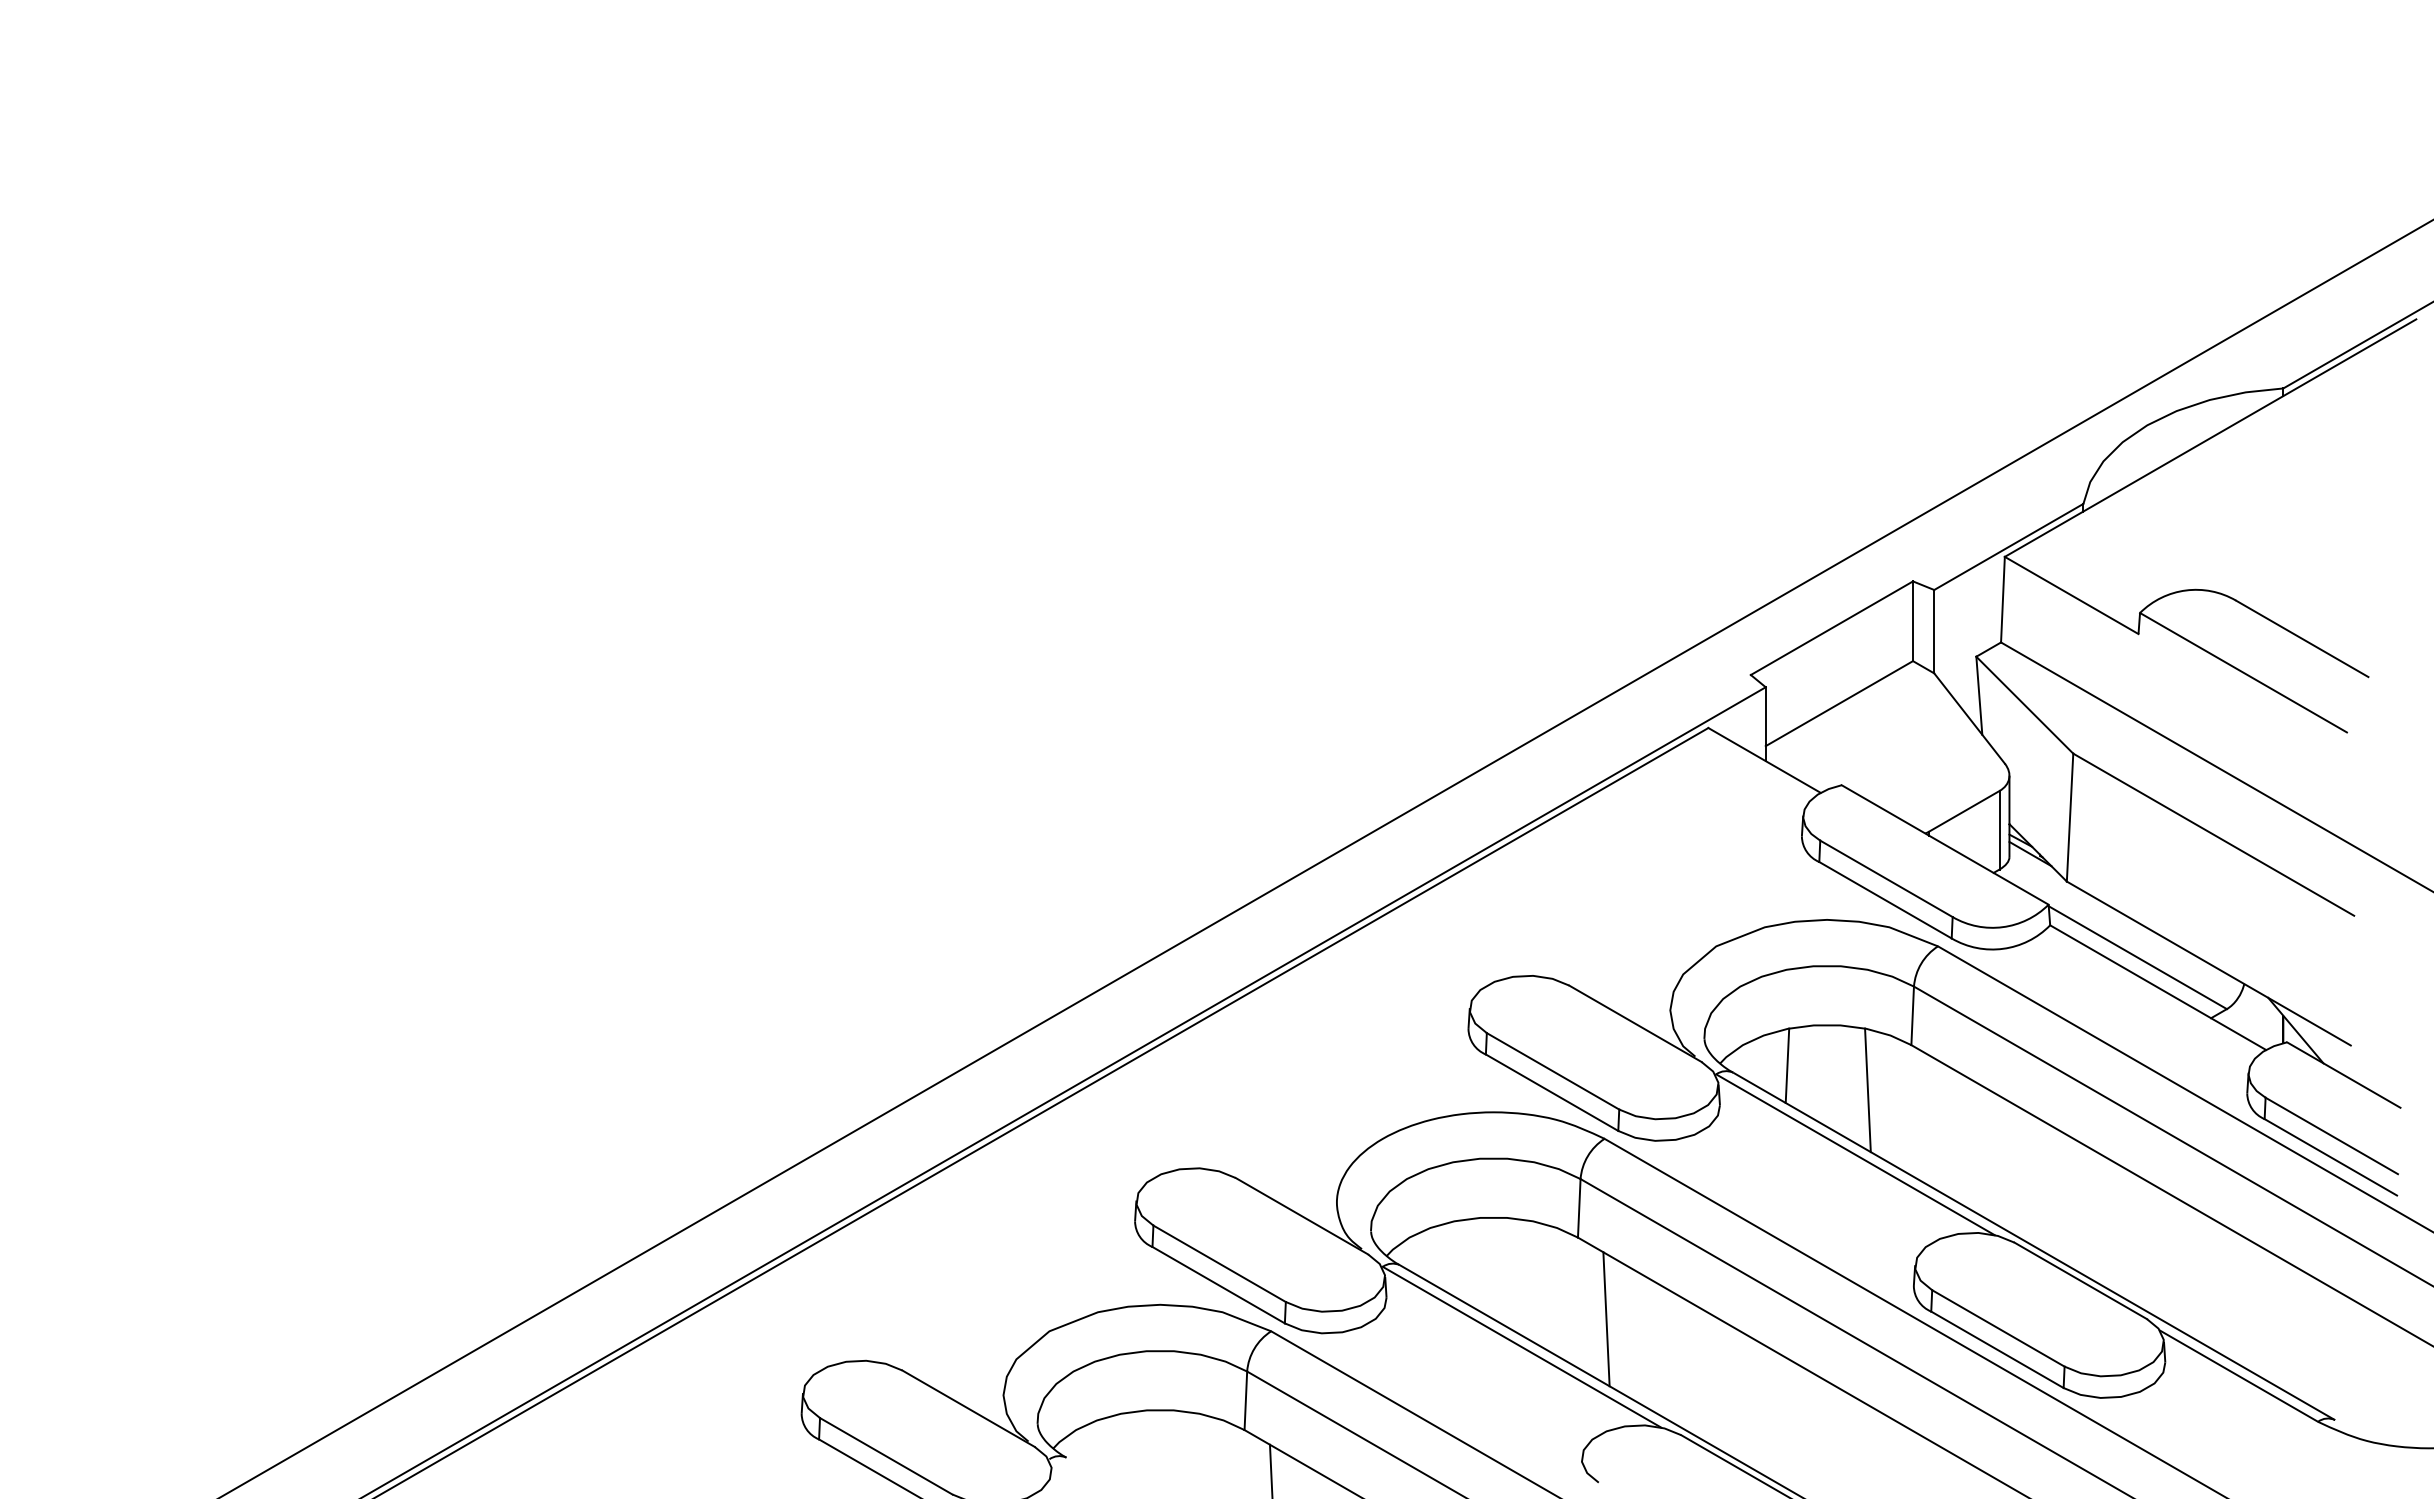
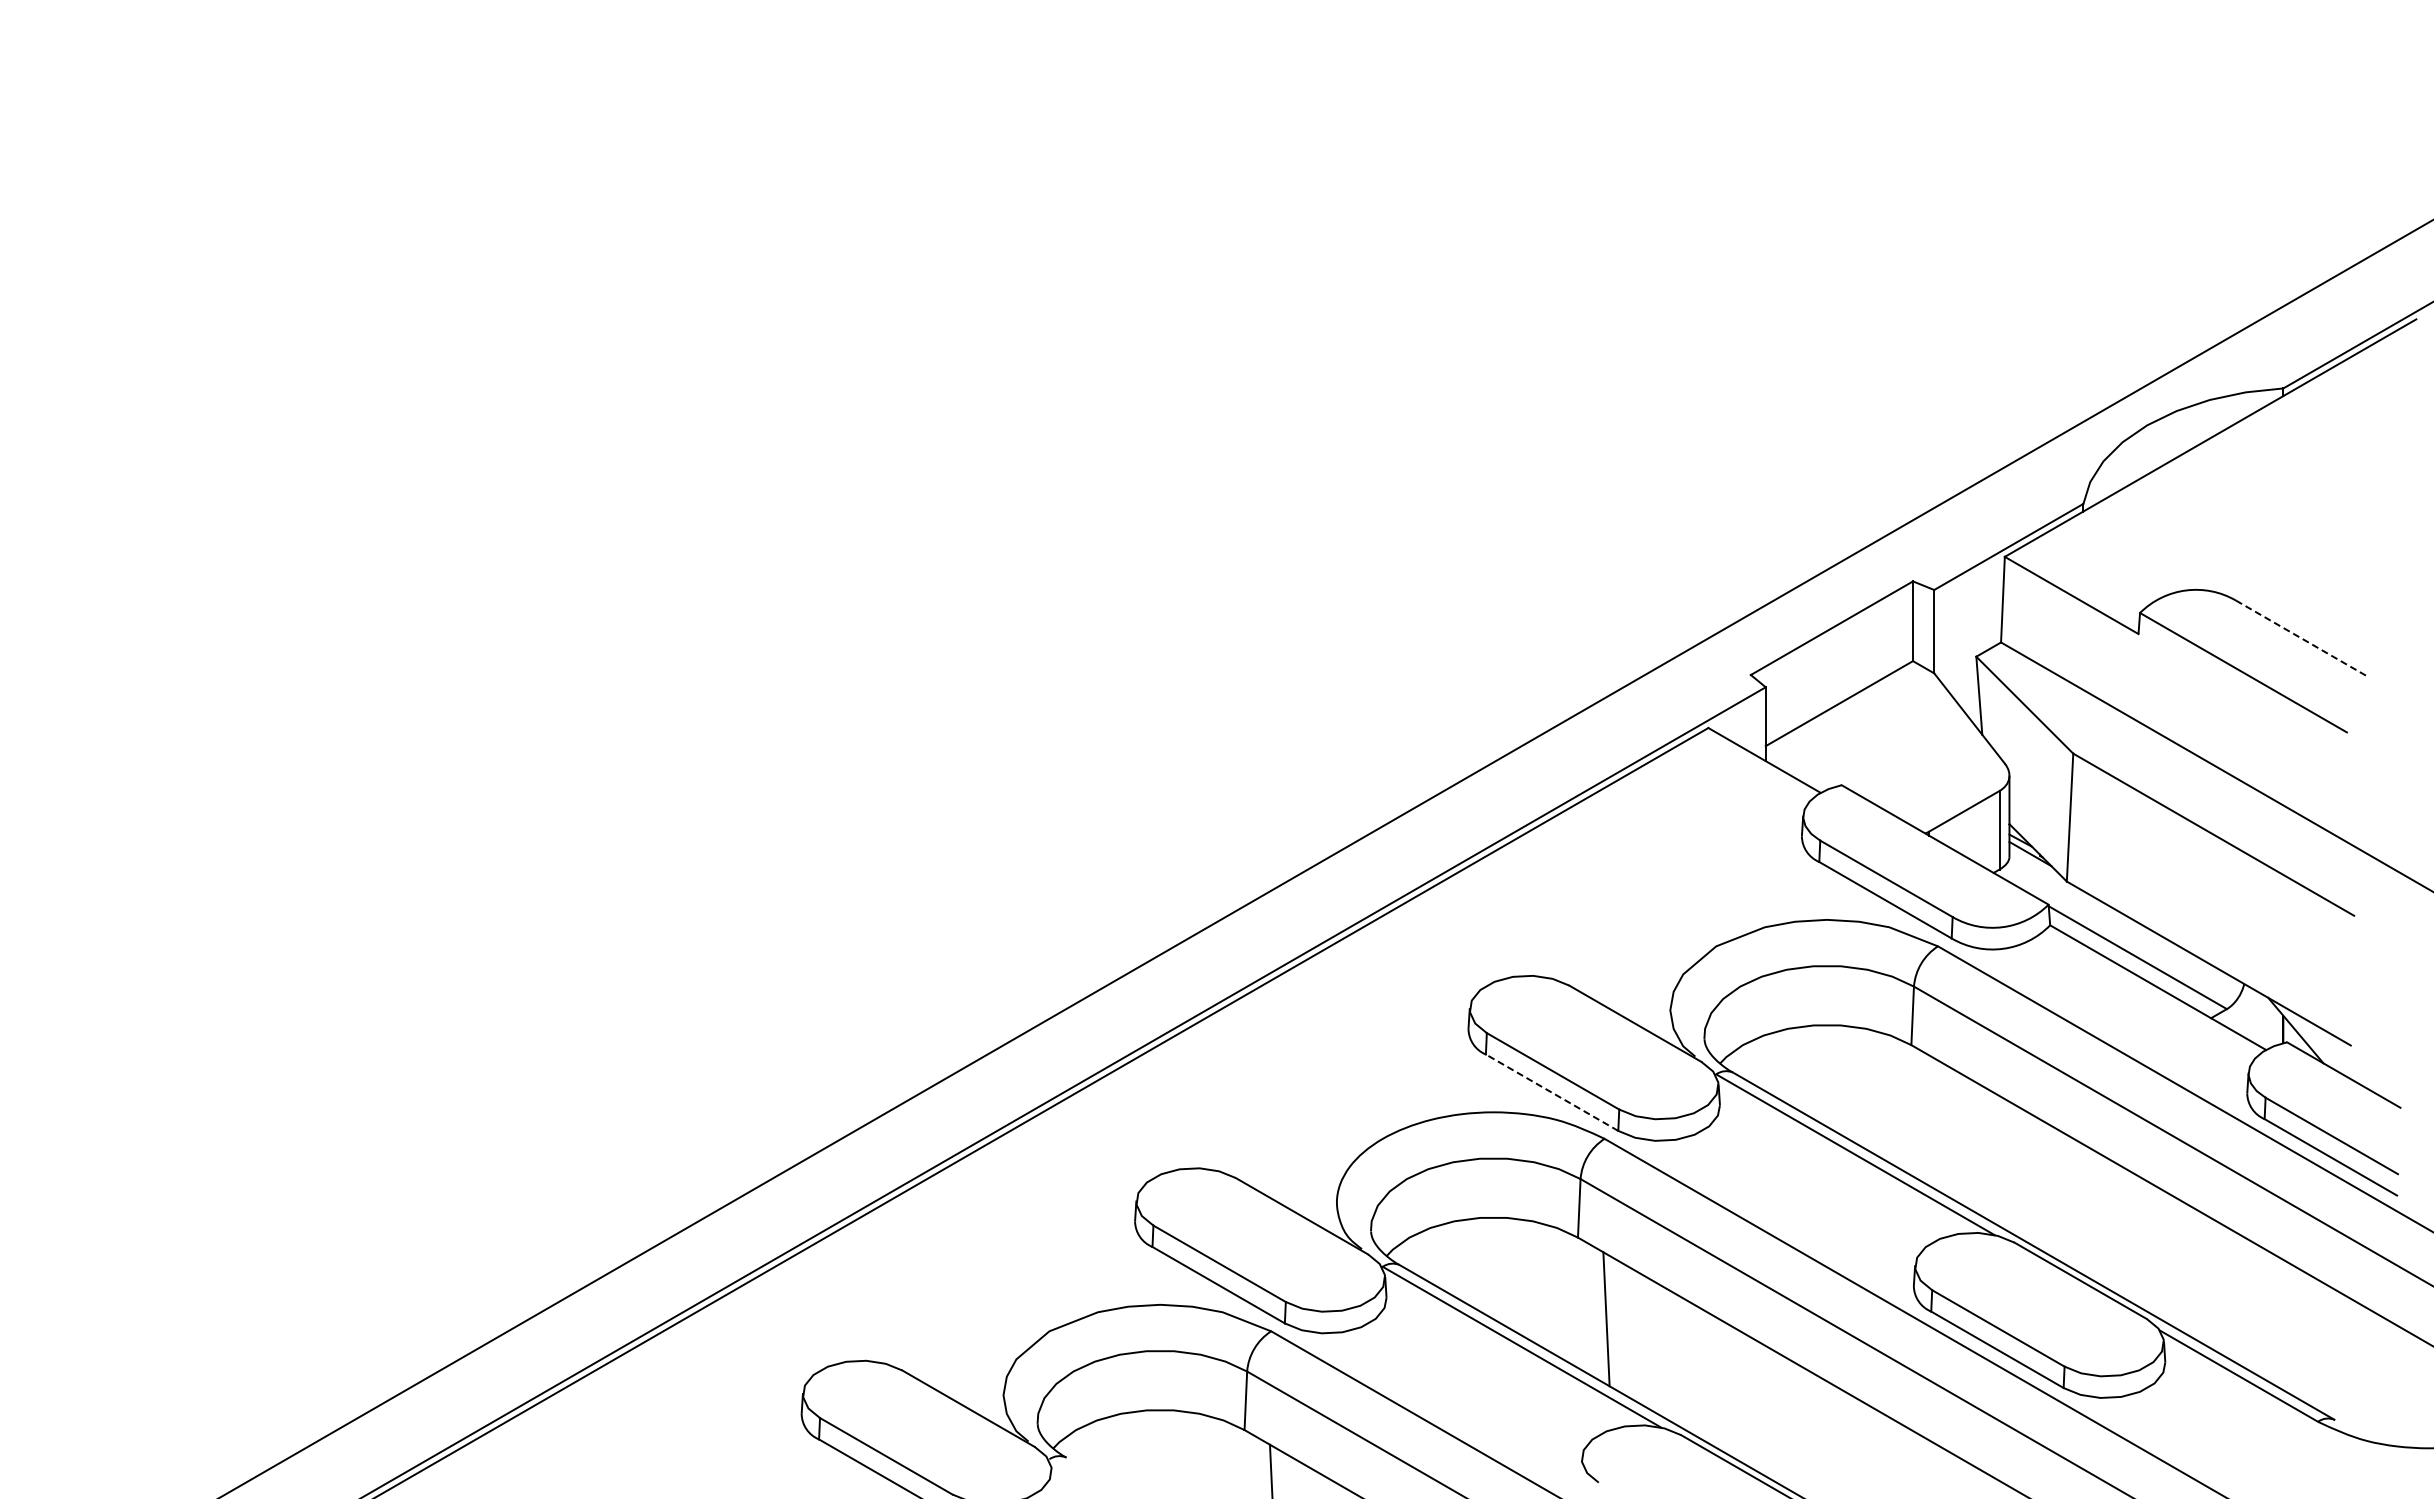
line at (2302, 639): solid -> dashed
line at (1787, 1065): present -> none
line at (1867, 1090): present -> none
line at (1551, 1092): solid -> dashed
